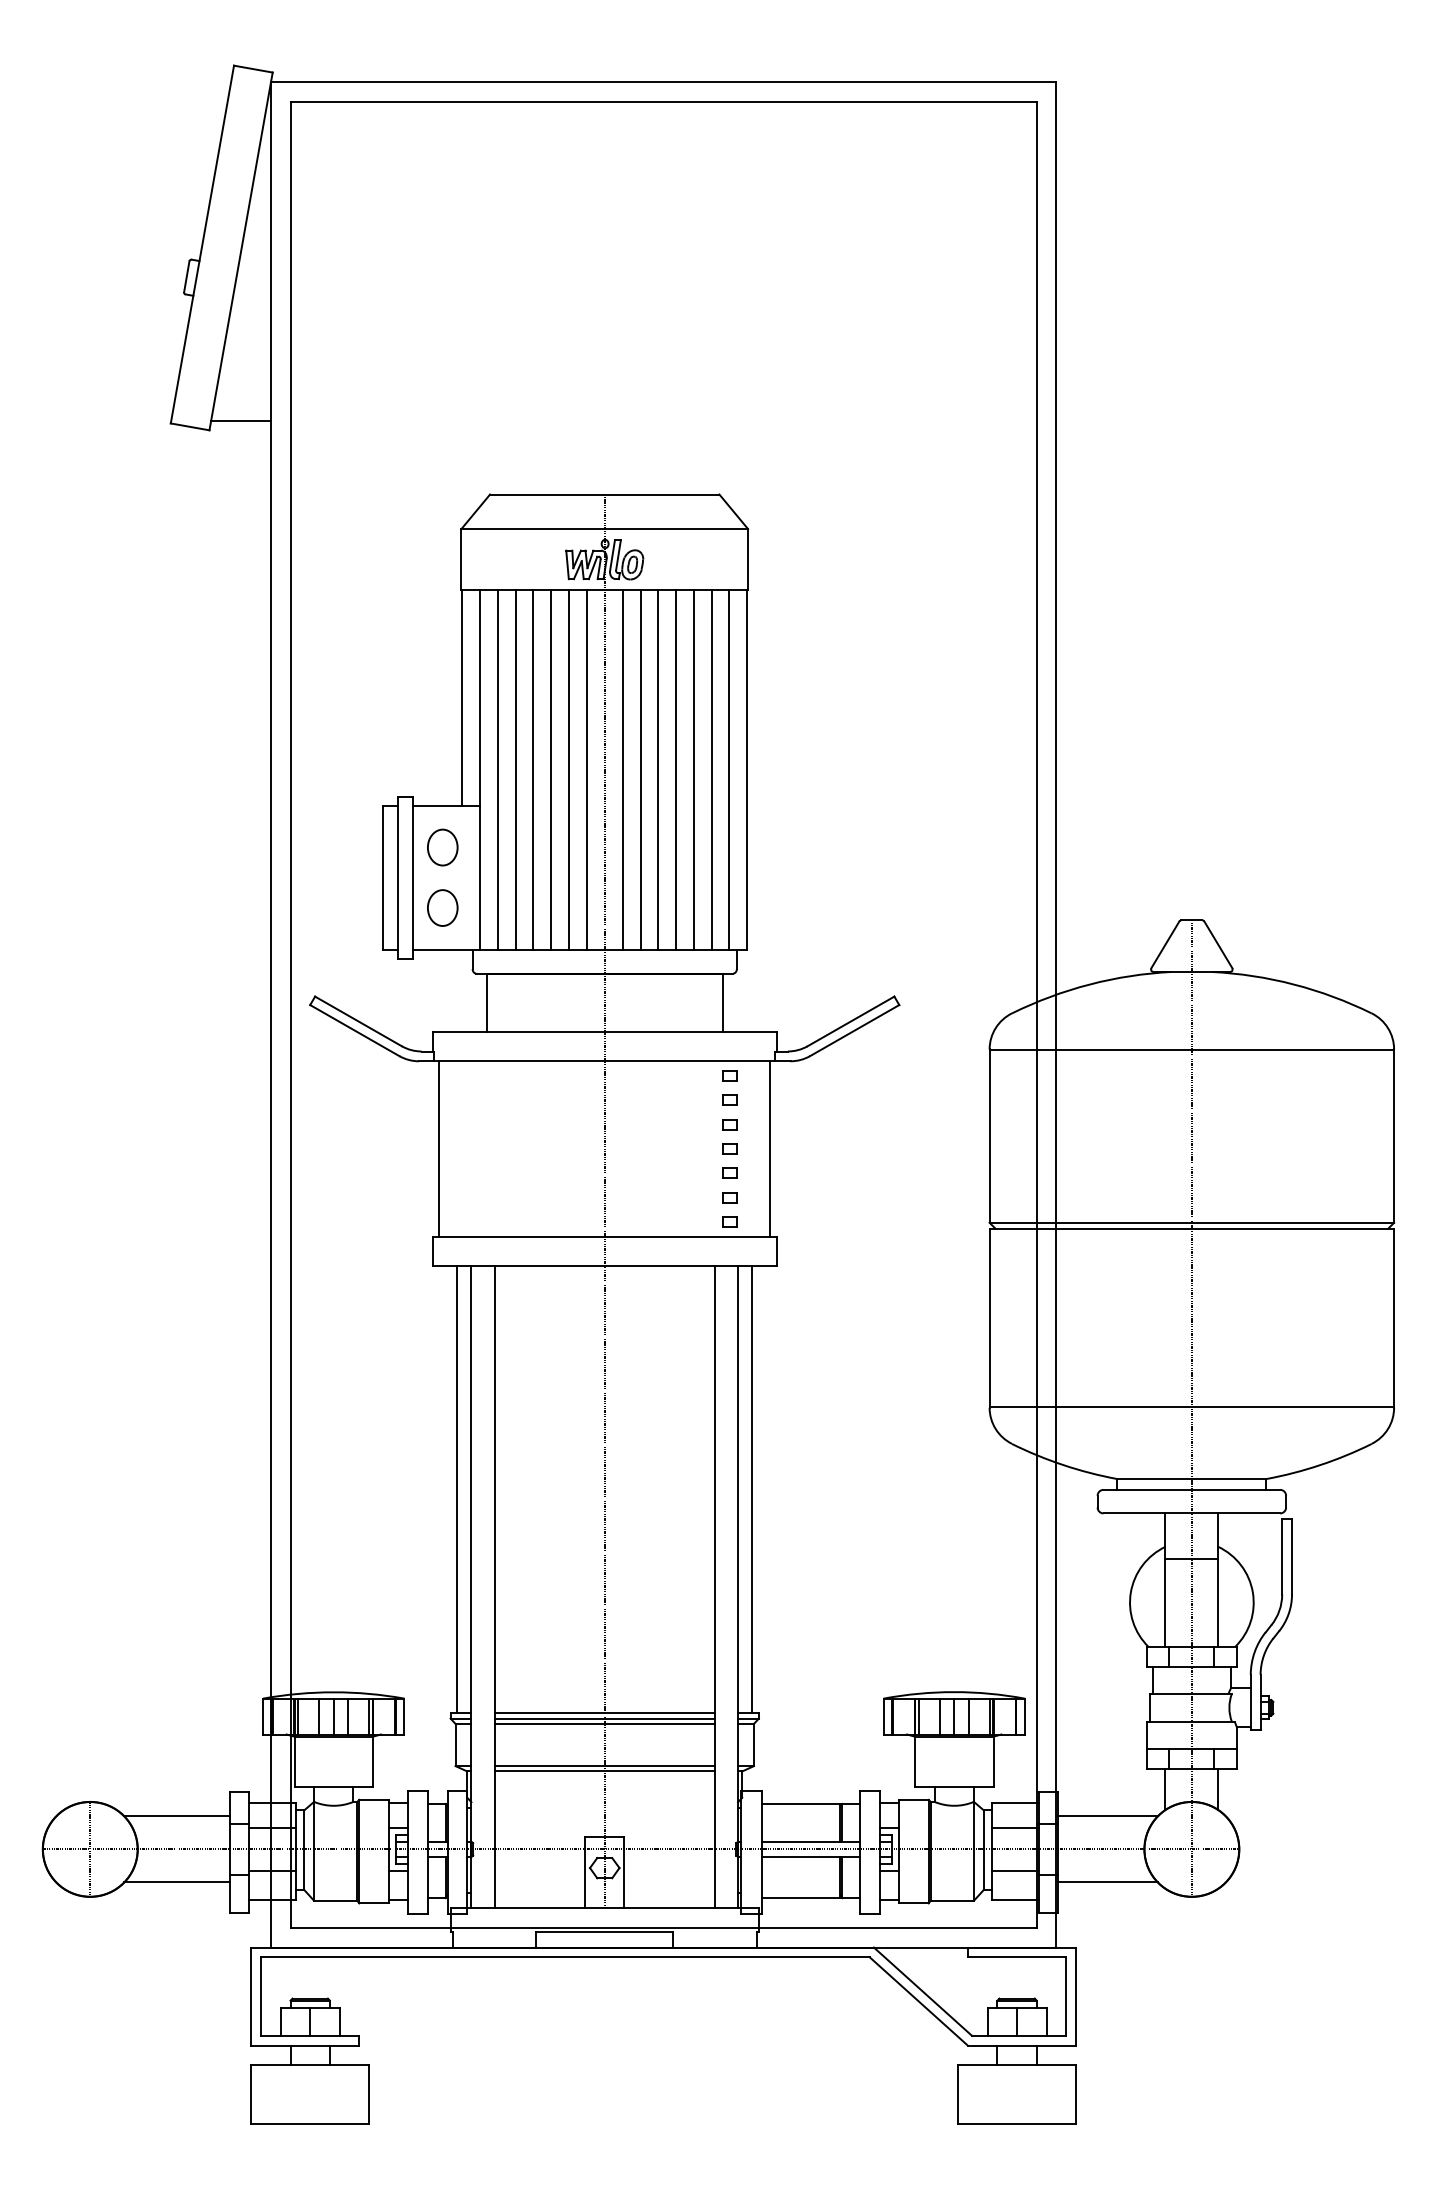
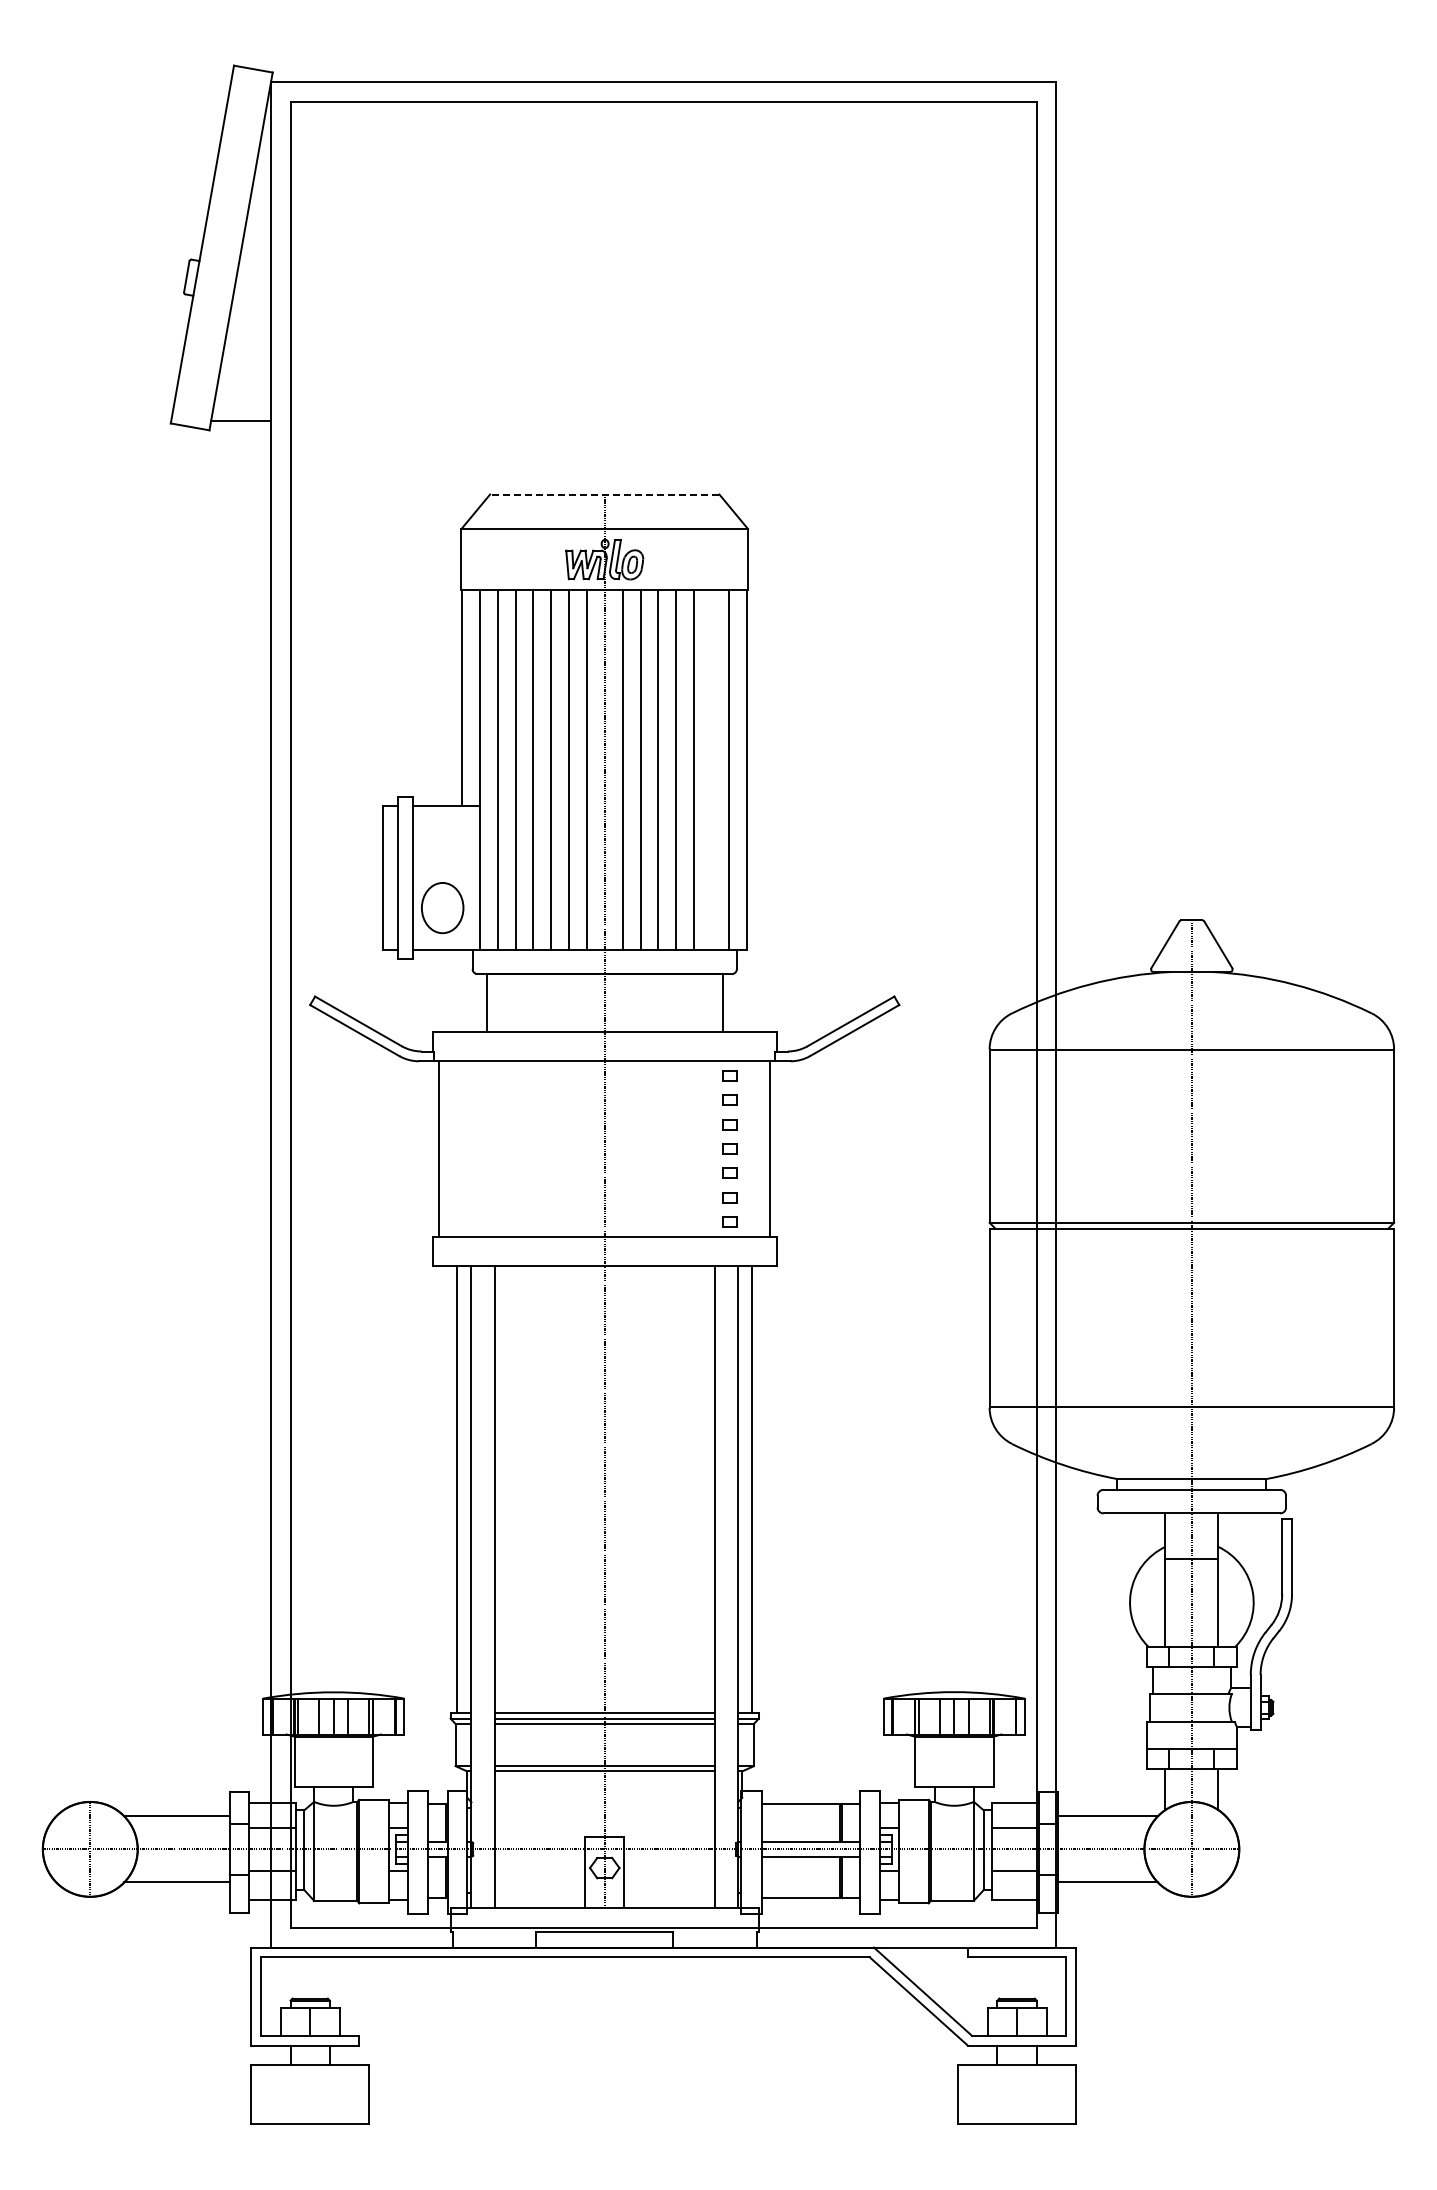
line at (604, 494): solid -> dashed
line at (711, 769): present -> none
part at (442, 847): present -> none
part at (442, 907) size: 32x38 px -> 44x53 px
